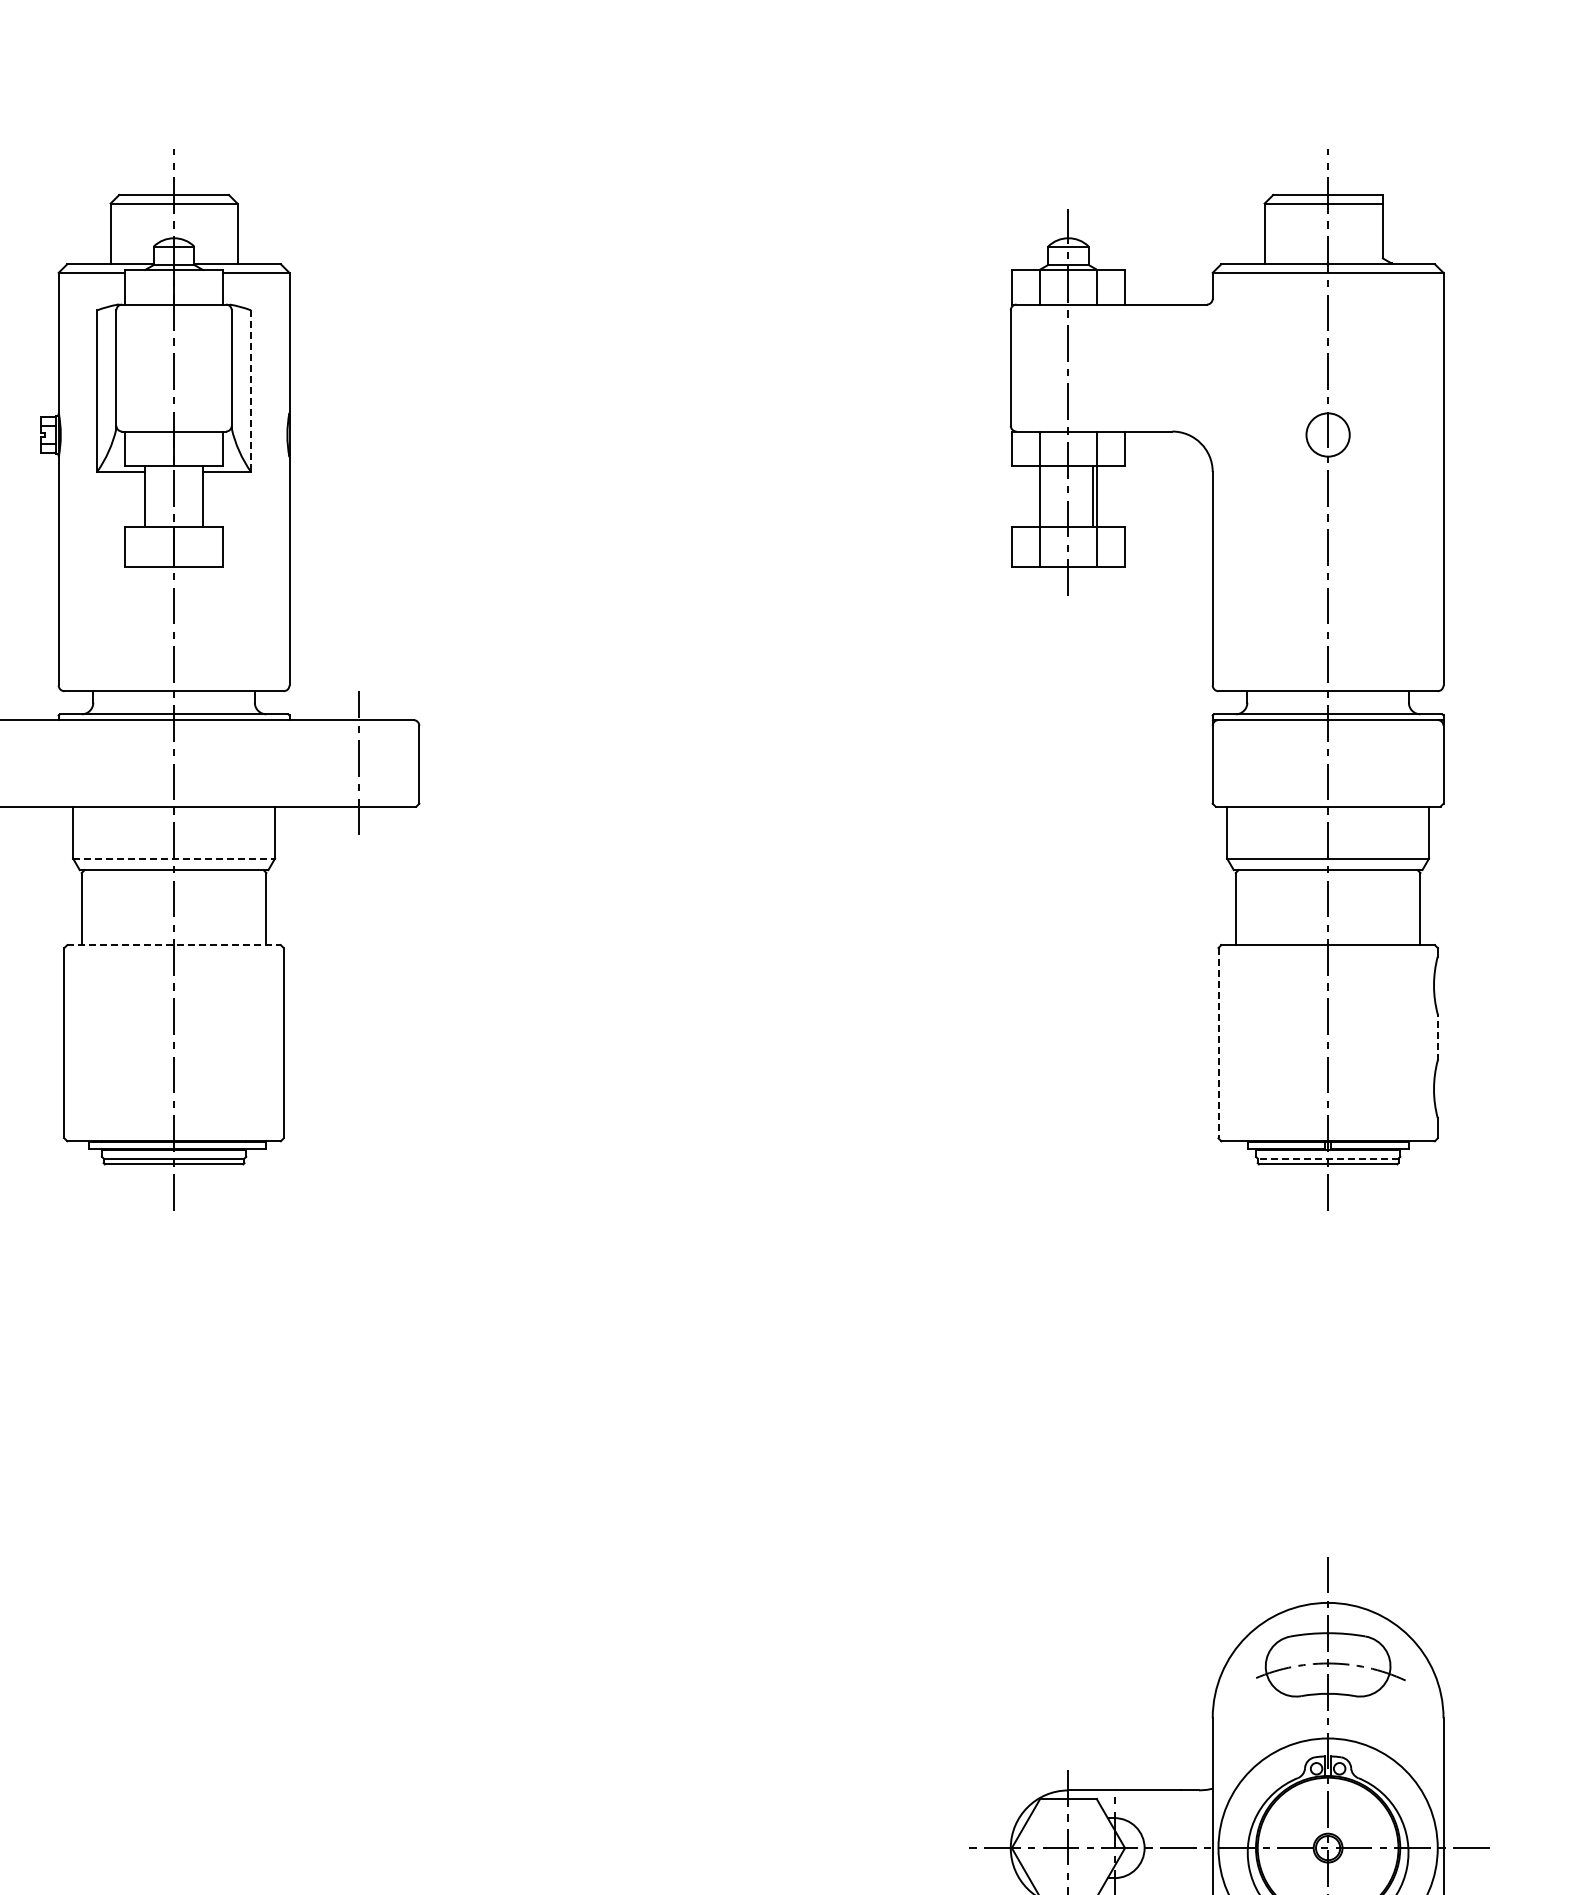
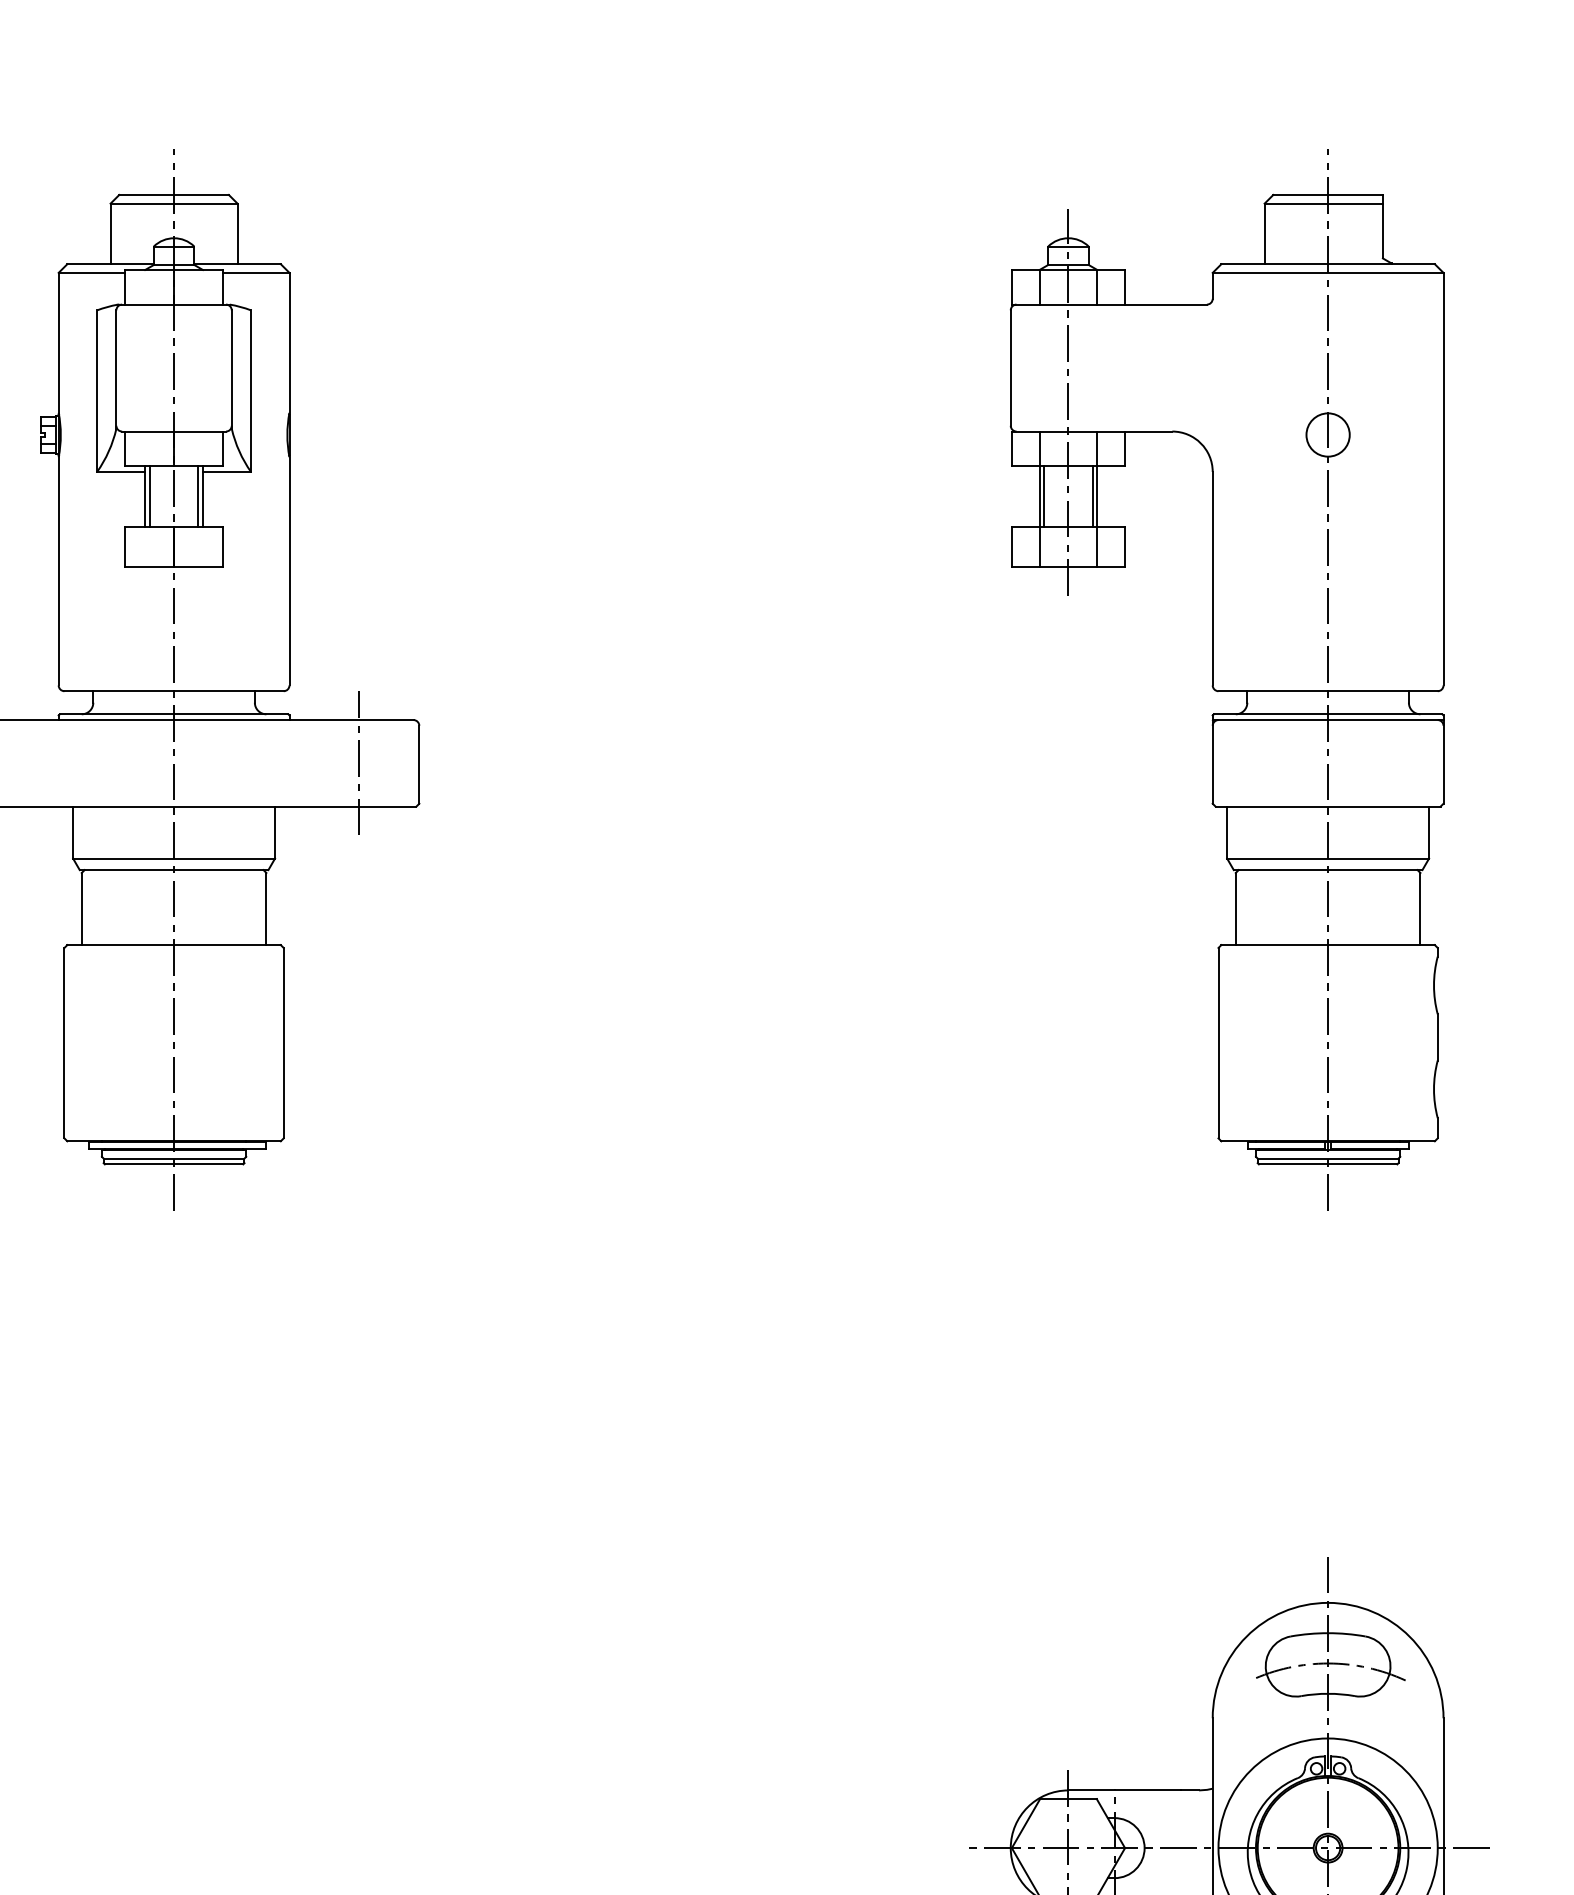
line at (251, 391): dashed -> solid
line at (149, 496): none -> present
line at (198, 496): none -> present
line at (1044, 496): none -> present
line at (174, 858): dashed -> solid
line at (174, 945): dashed -> solid
line at (1437, 1036): dashed -> solid
line at (1218, 1043): dashed -> solid
line at (1327, 1158): dashed -> solid
